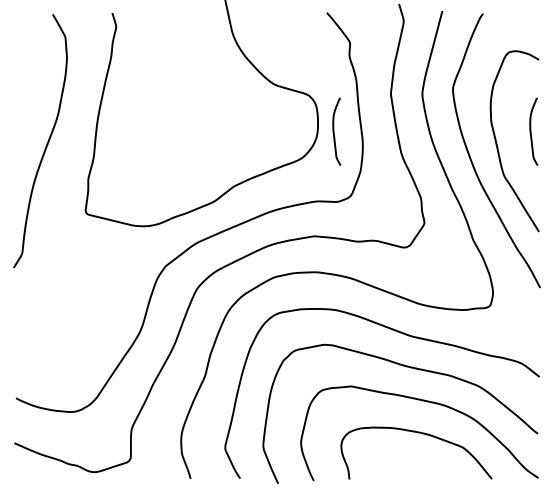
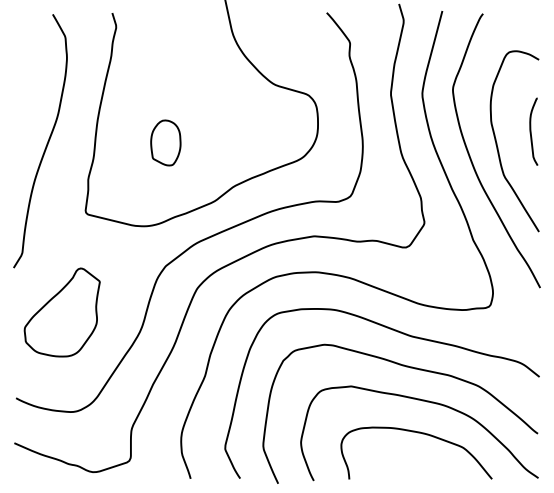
curve at (334, 131): present -> none
part at (165, 142): none -> present
part at (61, 312): none -> present
